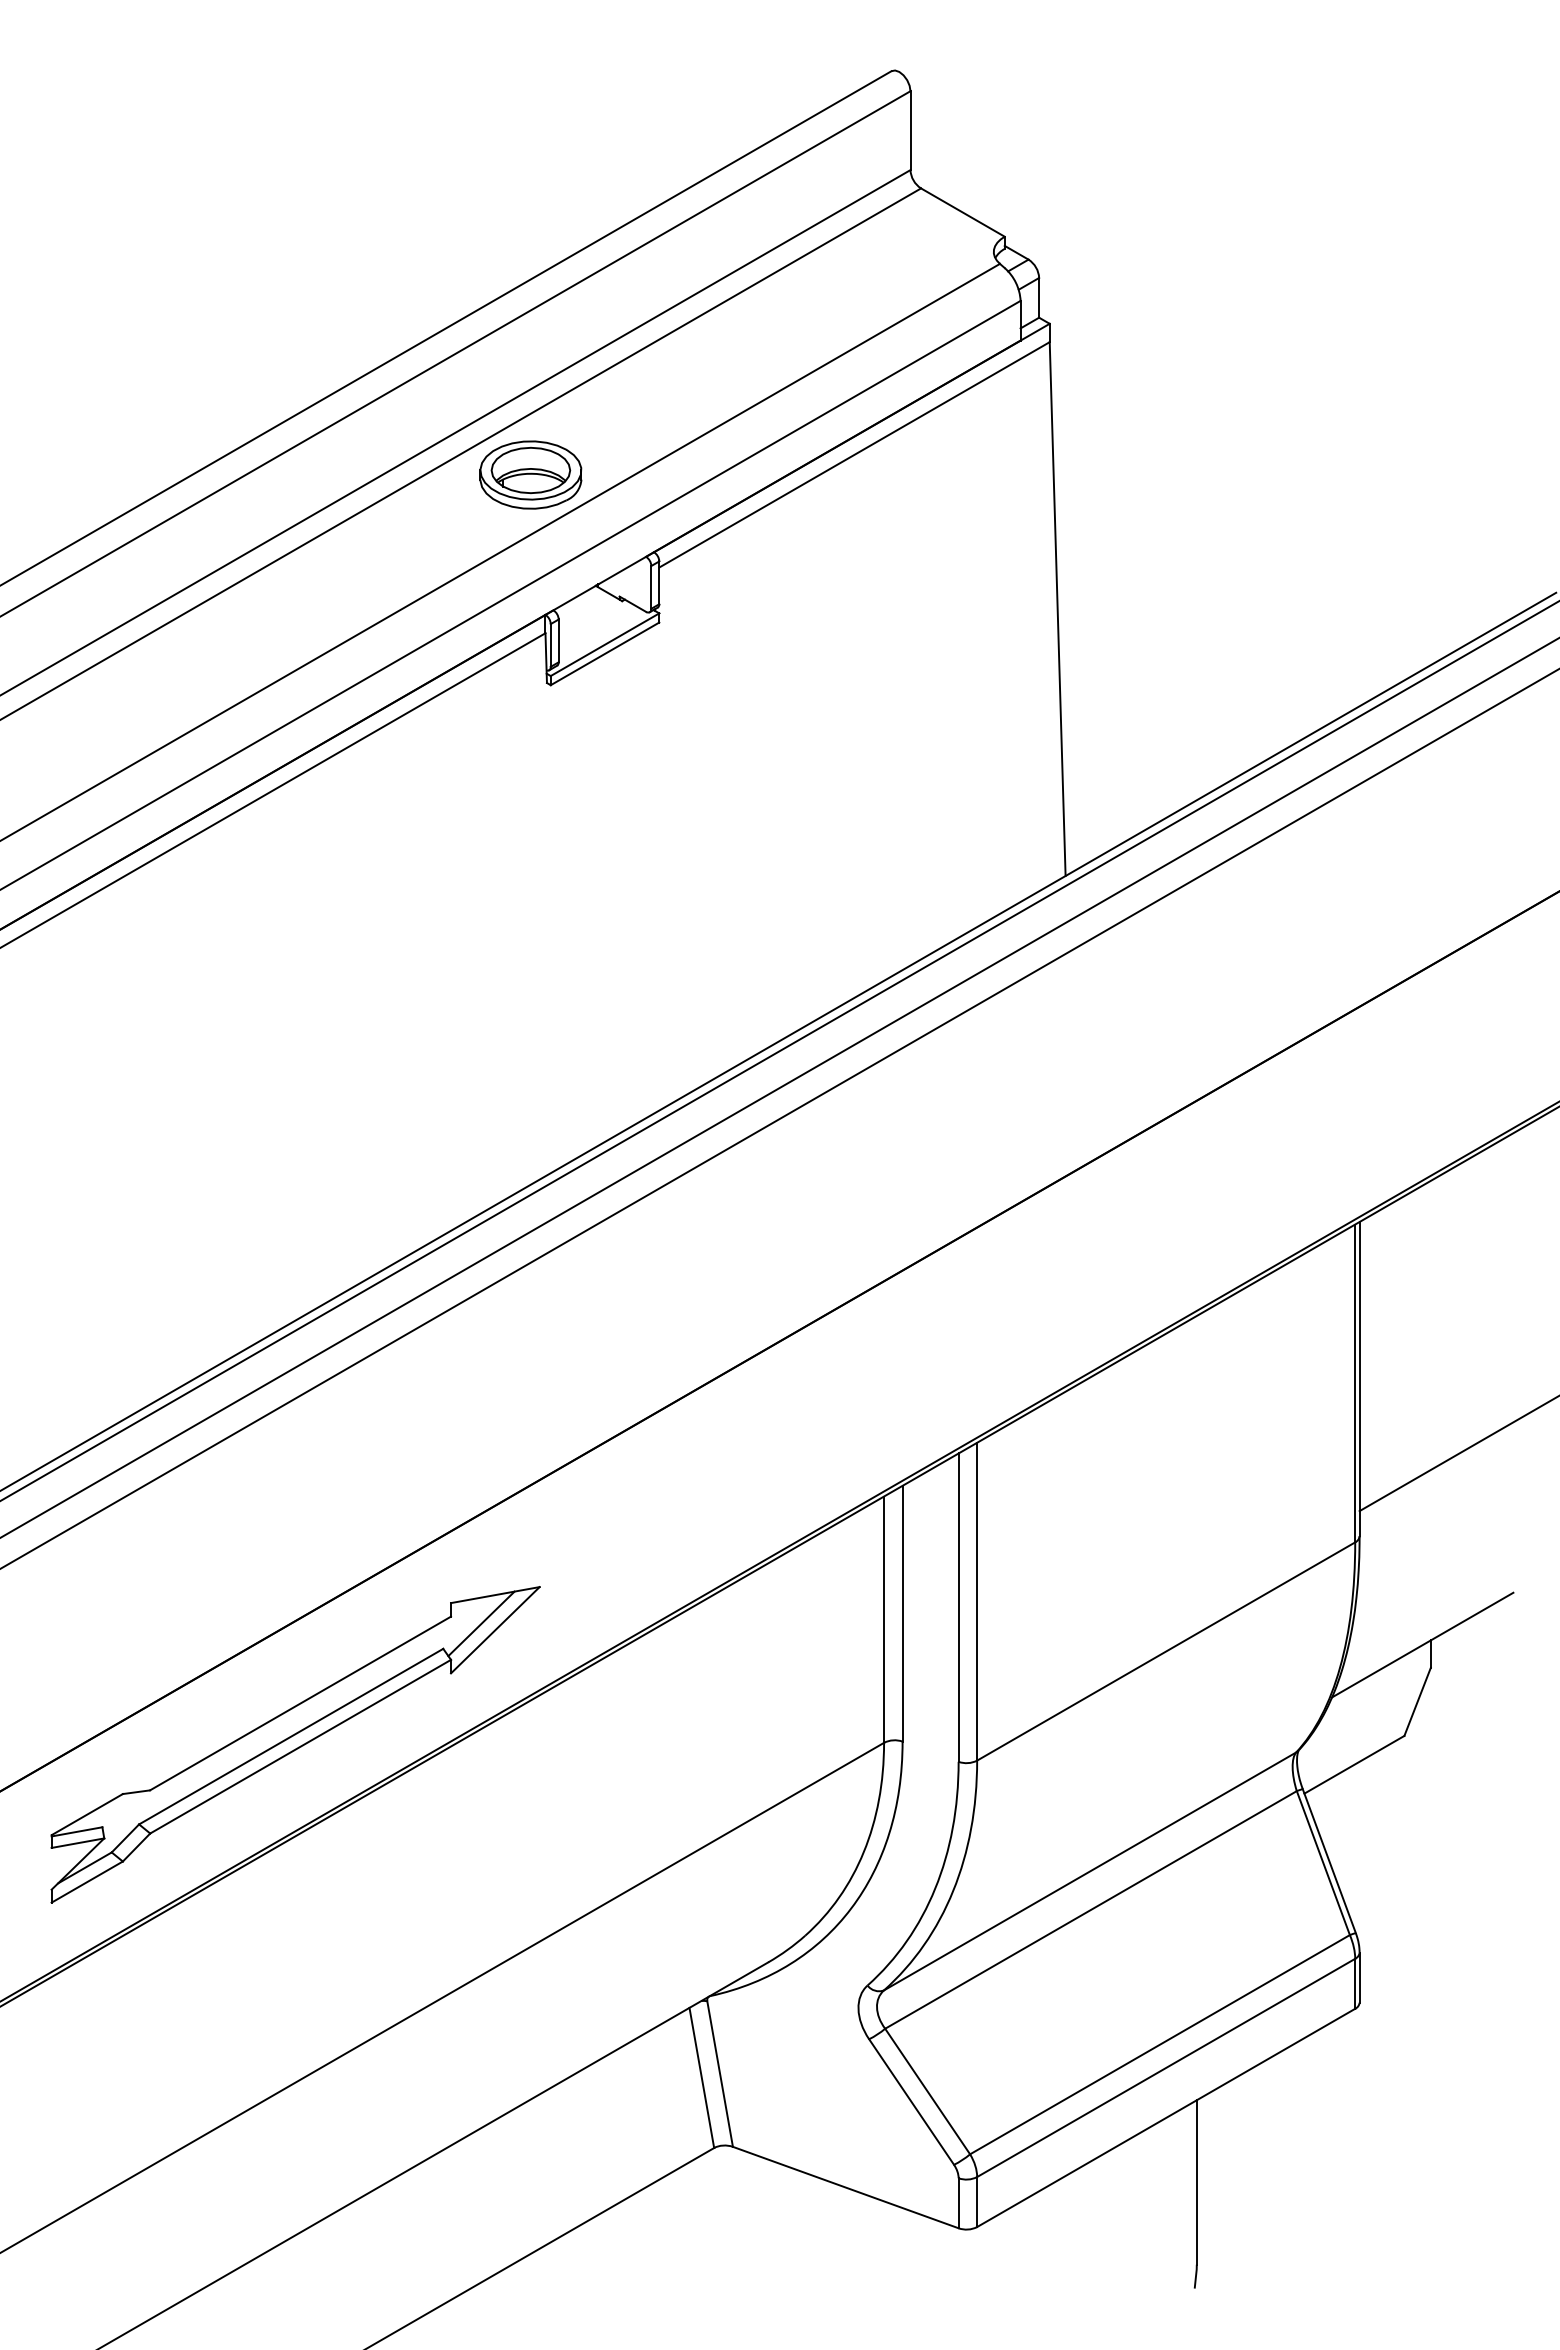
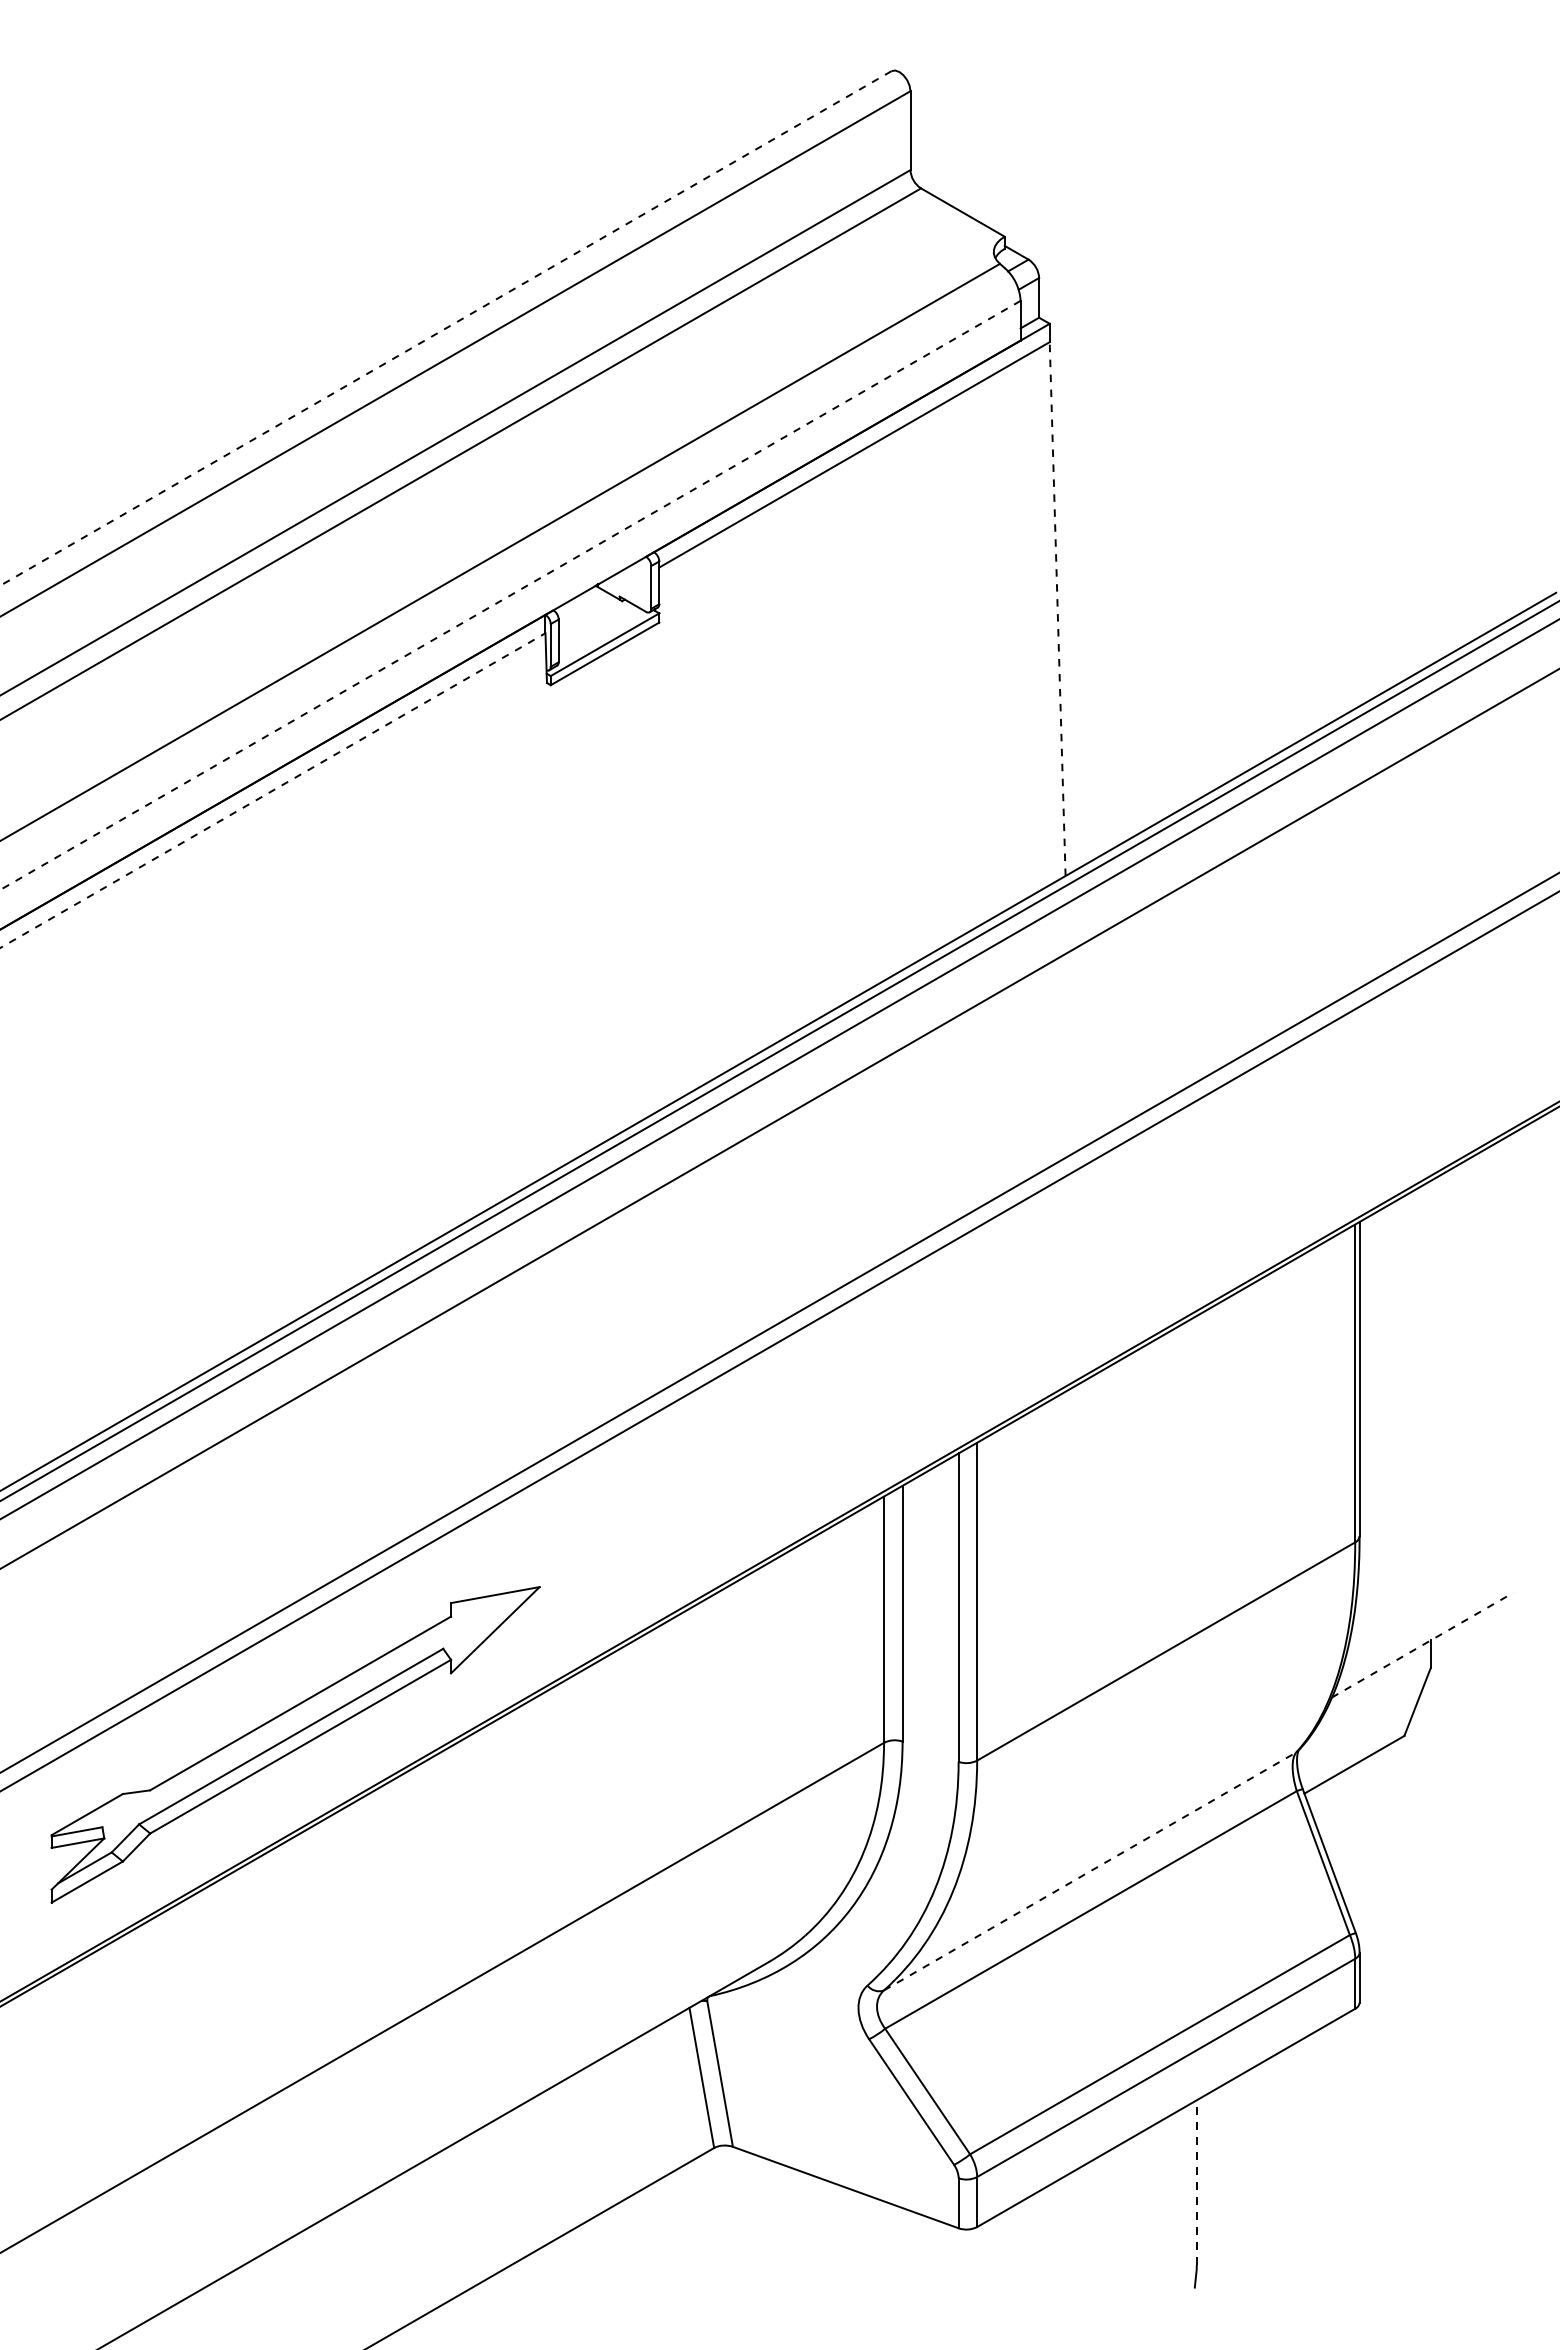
line at (445, 328): solid -> dashed
part at (530, 474): present -> none
line at (510, 595): solid -> dashed
line at (1057, 608): solid -> dashed
line at (273, 790): solid -> dashed
line at (779, 1087) position: (779, 1087) -> (779, 1069)
line at (779, 1341) position: (779, 1341) -> (779, 1322)
line at (1457, 1454): present -> none
line at (481, 1623): present -> none
line at (1422, 1645): solid -> dashed
line at (1090, 1871): solid -> dashed
line at (1196, 2181): solid -> dashed
